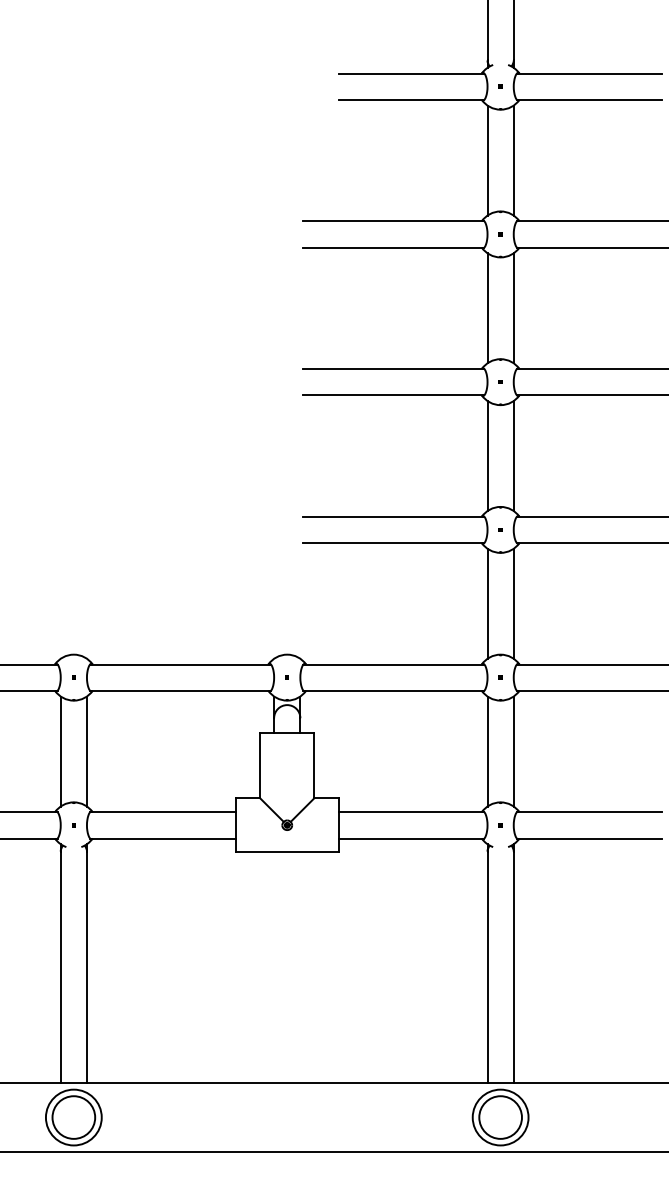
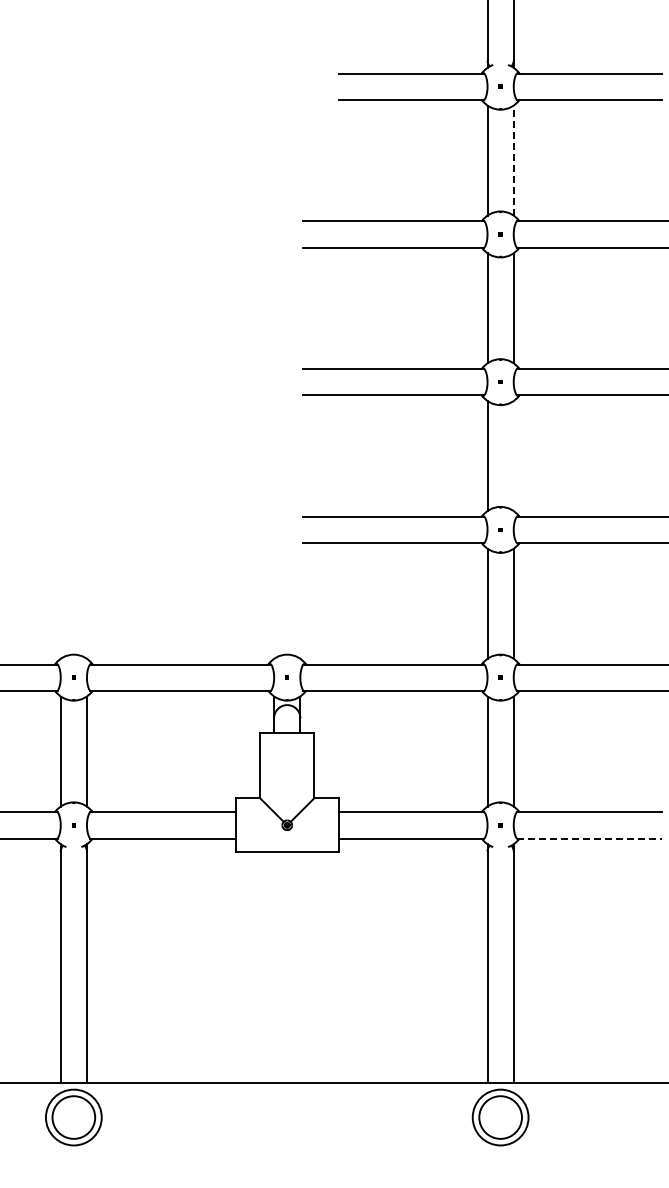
line at (513, 160): solid -> dashed
line at (513, 456): present -> none
line at (589, 838): solid -> dashed
line at (333, 1152): present -> none
